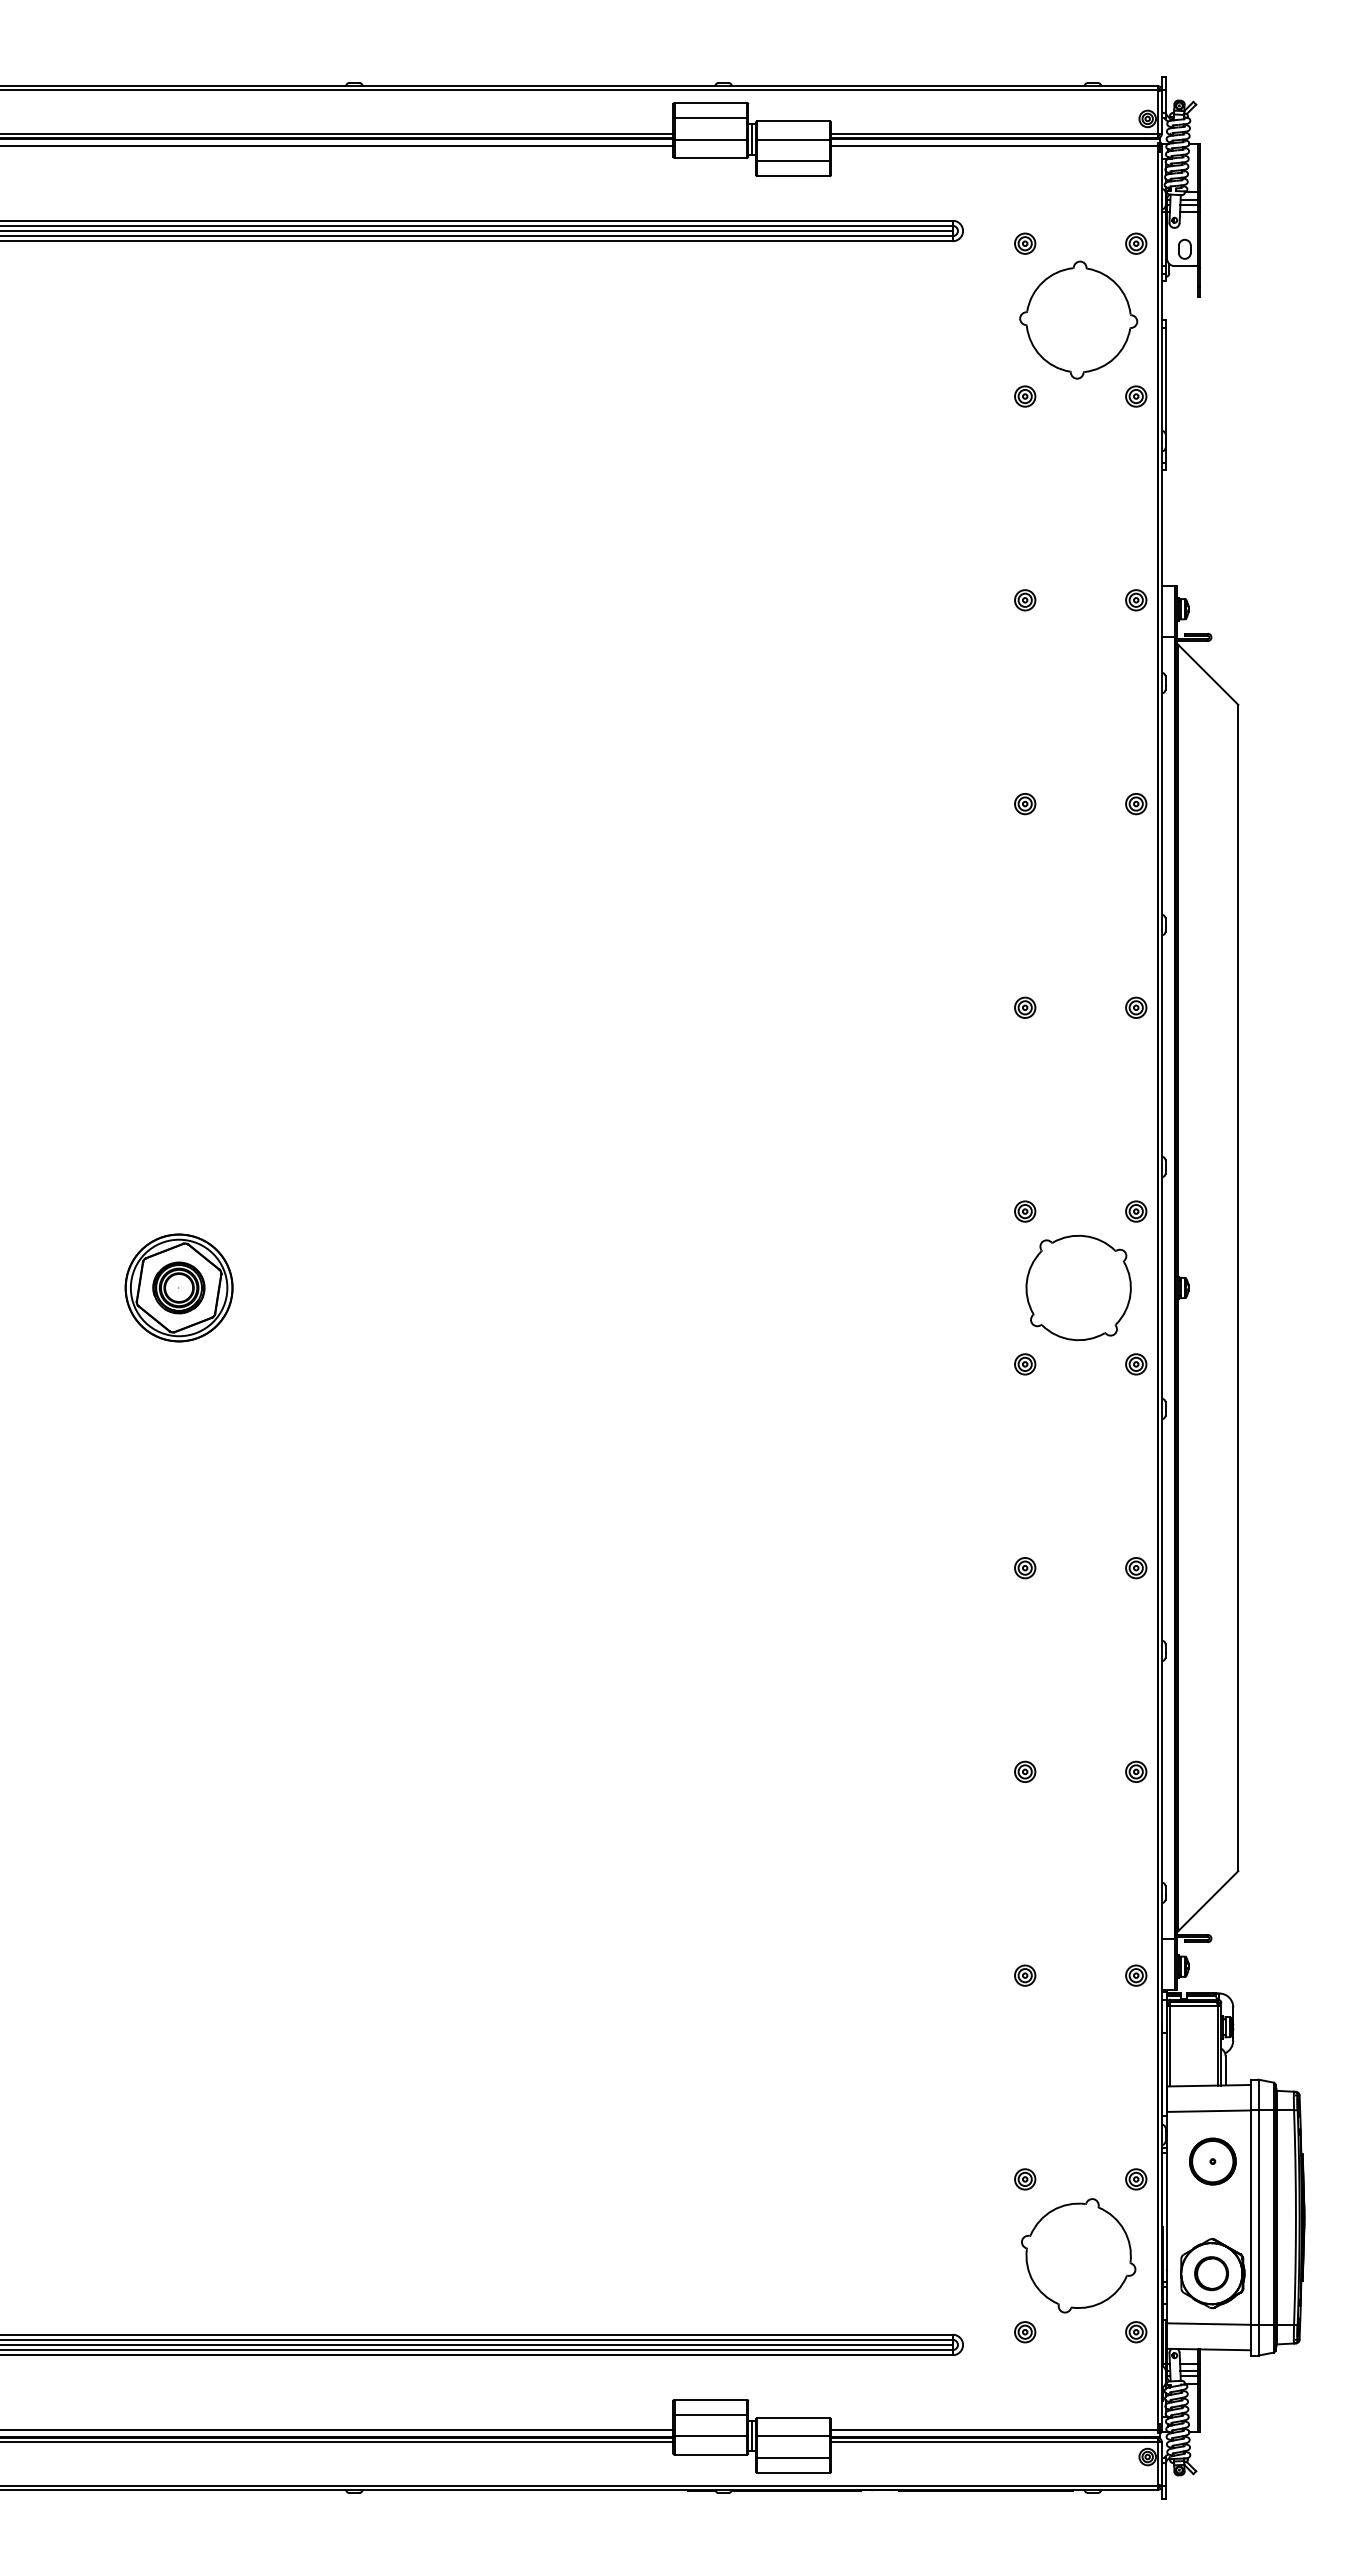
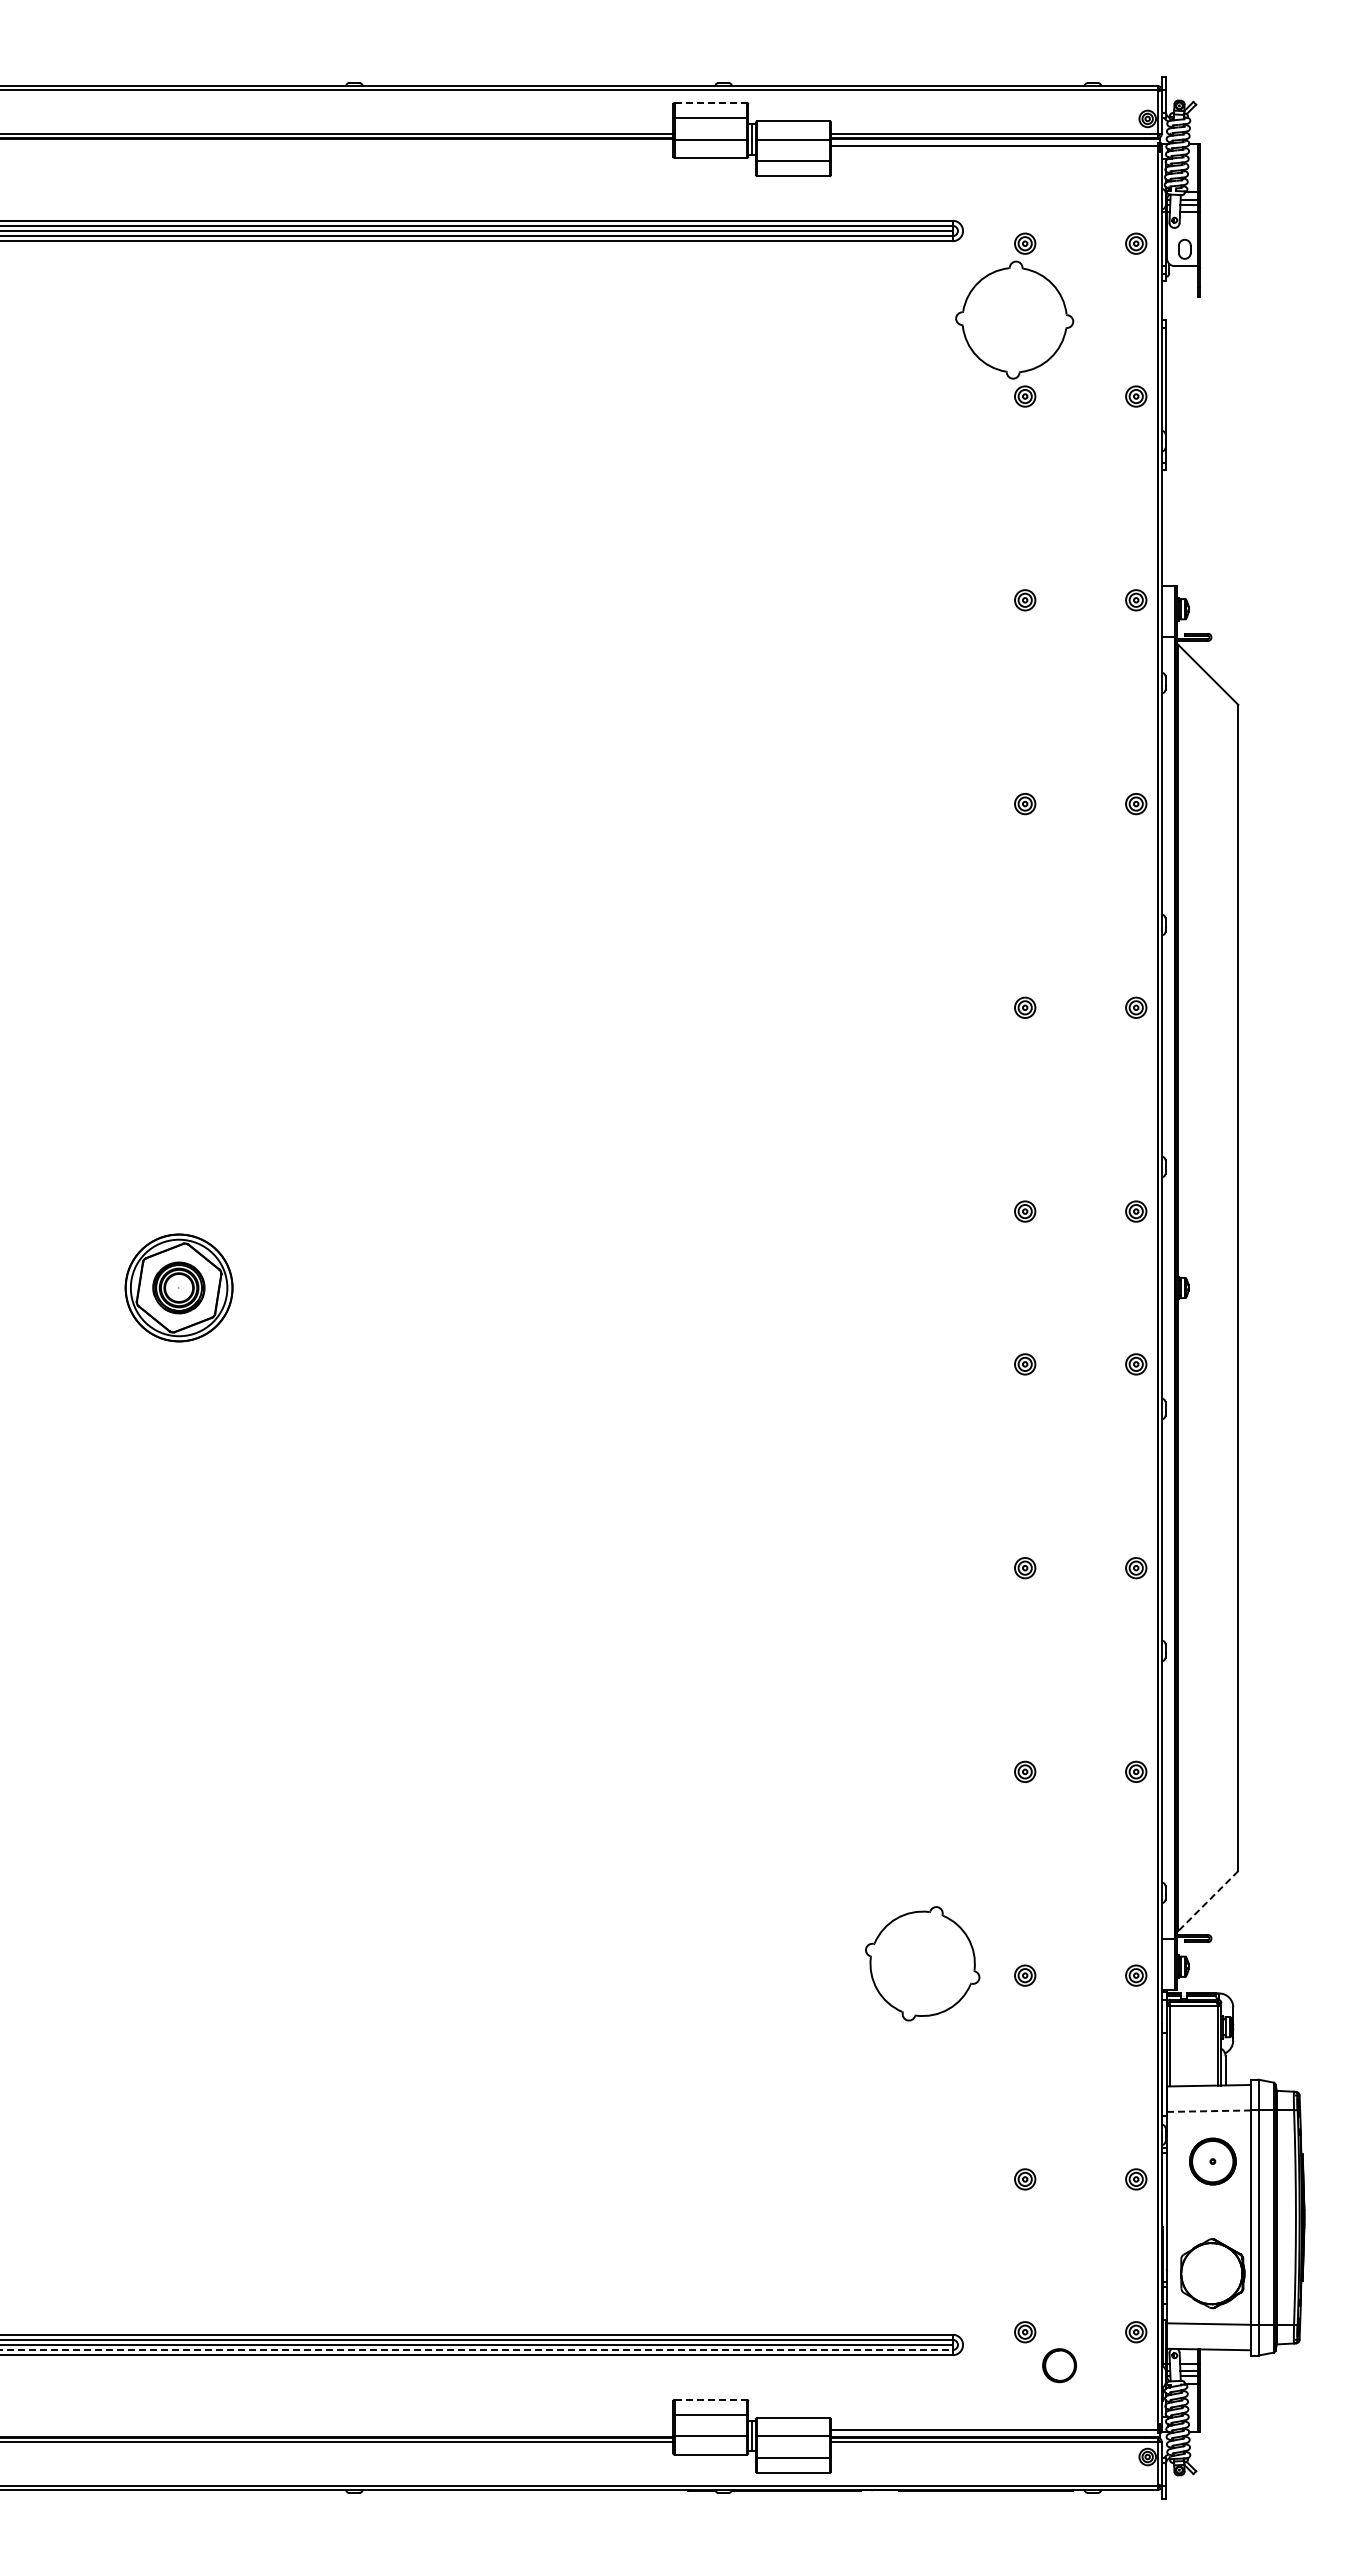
line at (711, 103): solid -> dashed
line at (337, 145): present -> none
part at (1078, 319) position: (1078, 319) -> (1014, 319)
part at (1078, 1287): present -> none
line at (1207, 1901): solid -> dashed
line at (1208, 2111): solid -> dashed
part at (1078, 2255) position: (1078, 2255) -> (922, 1963)
part at (1211, 2273) position: (1211, 2273) -> (1059, 2365)
line at (476, 2350): solid -> dashed
line at (711, 2399): solid -> dashed
line at (337, 2430): present -> none
